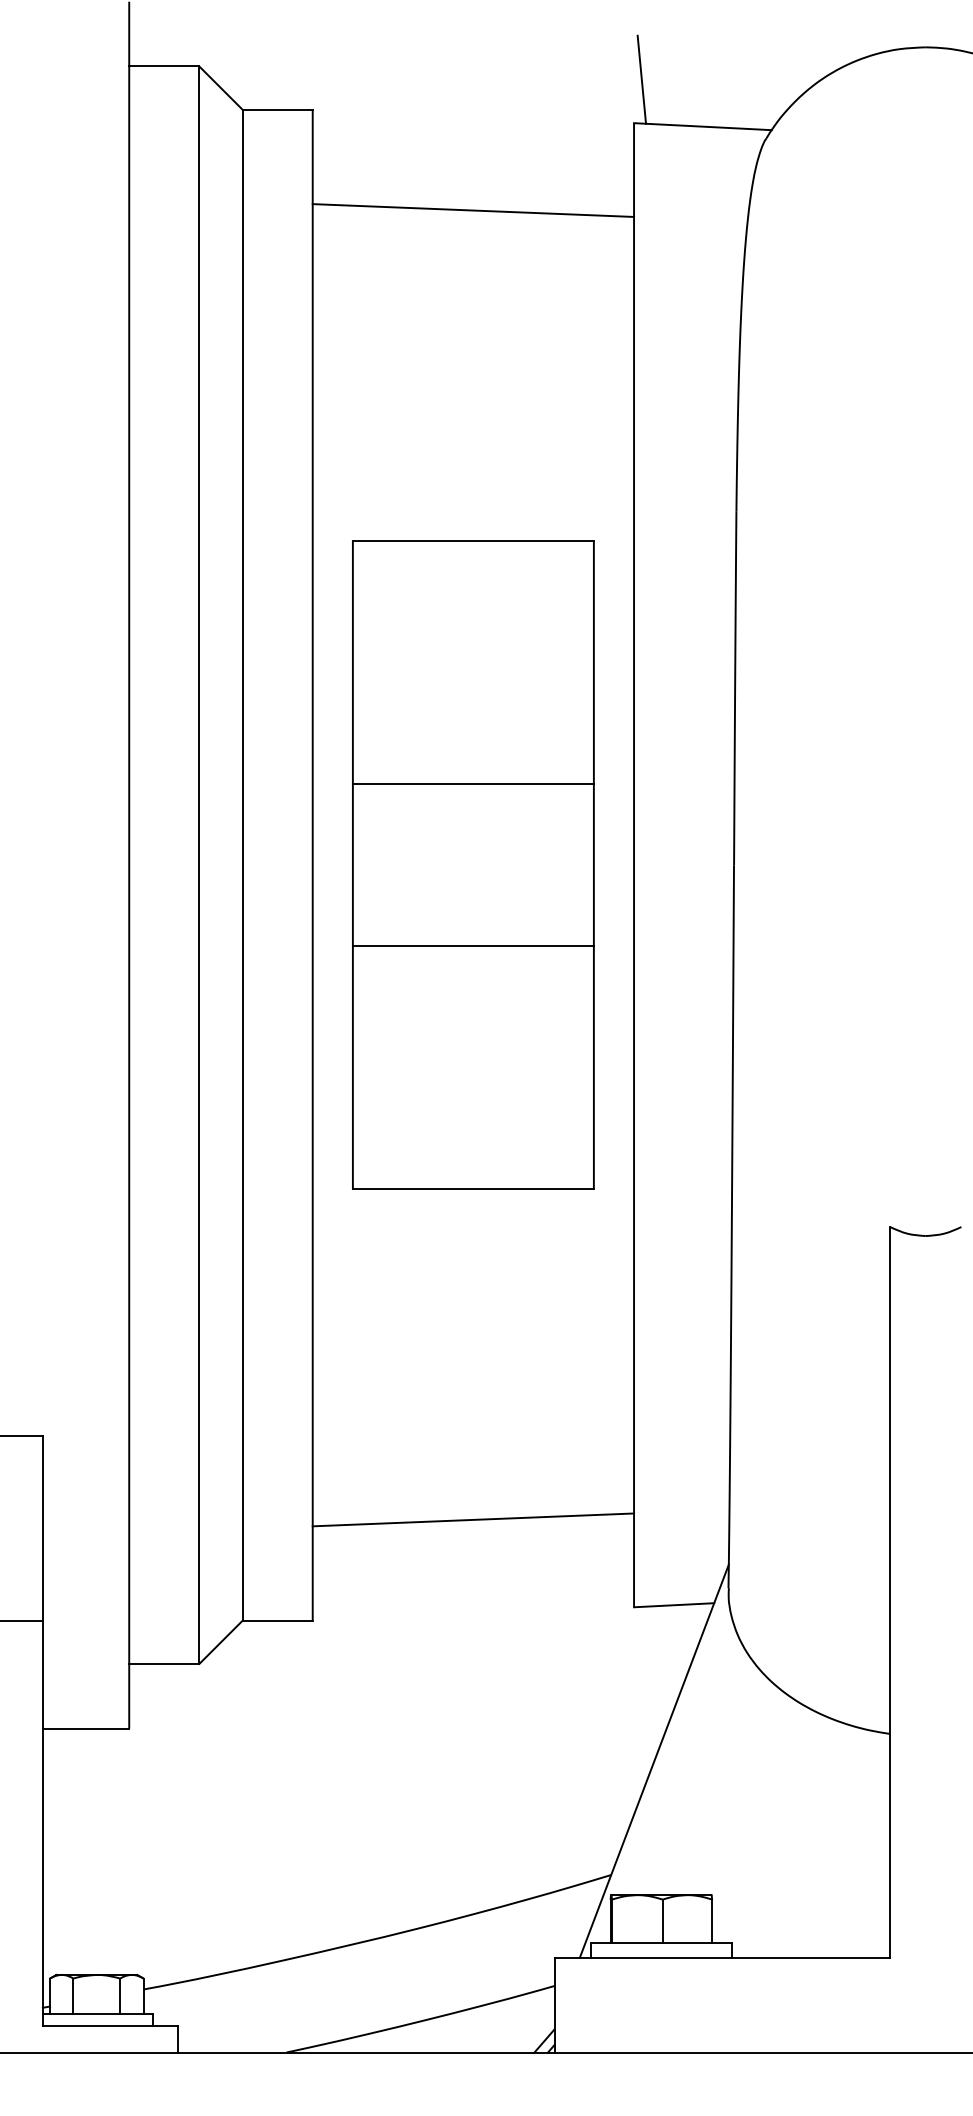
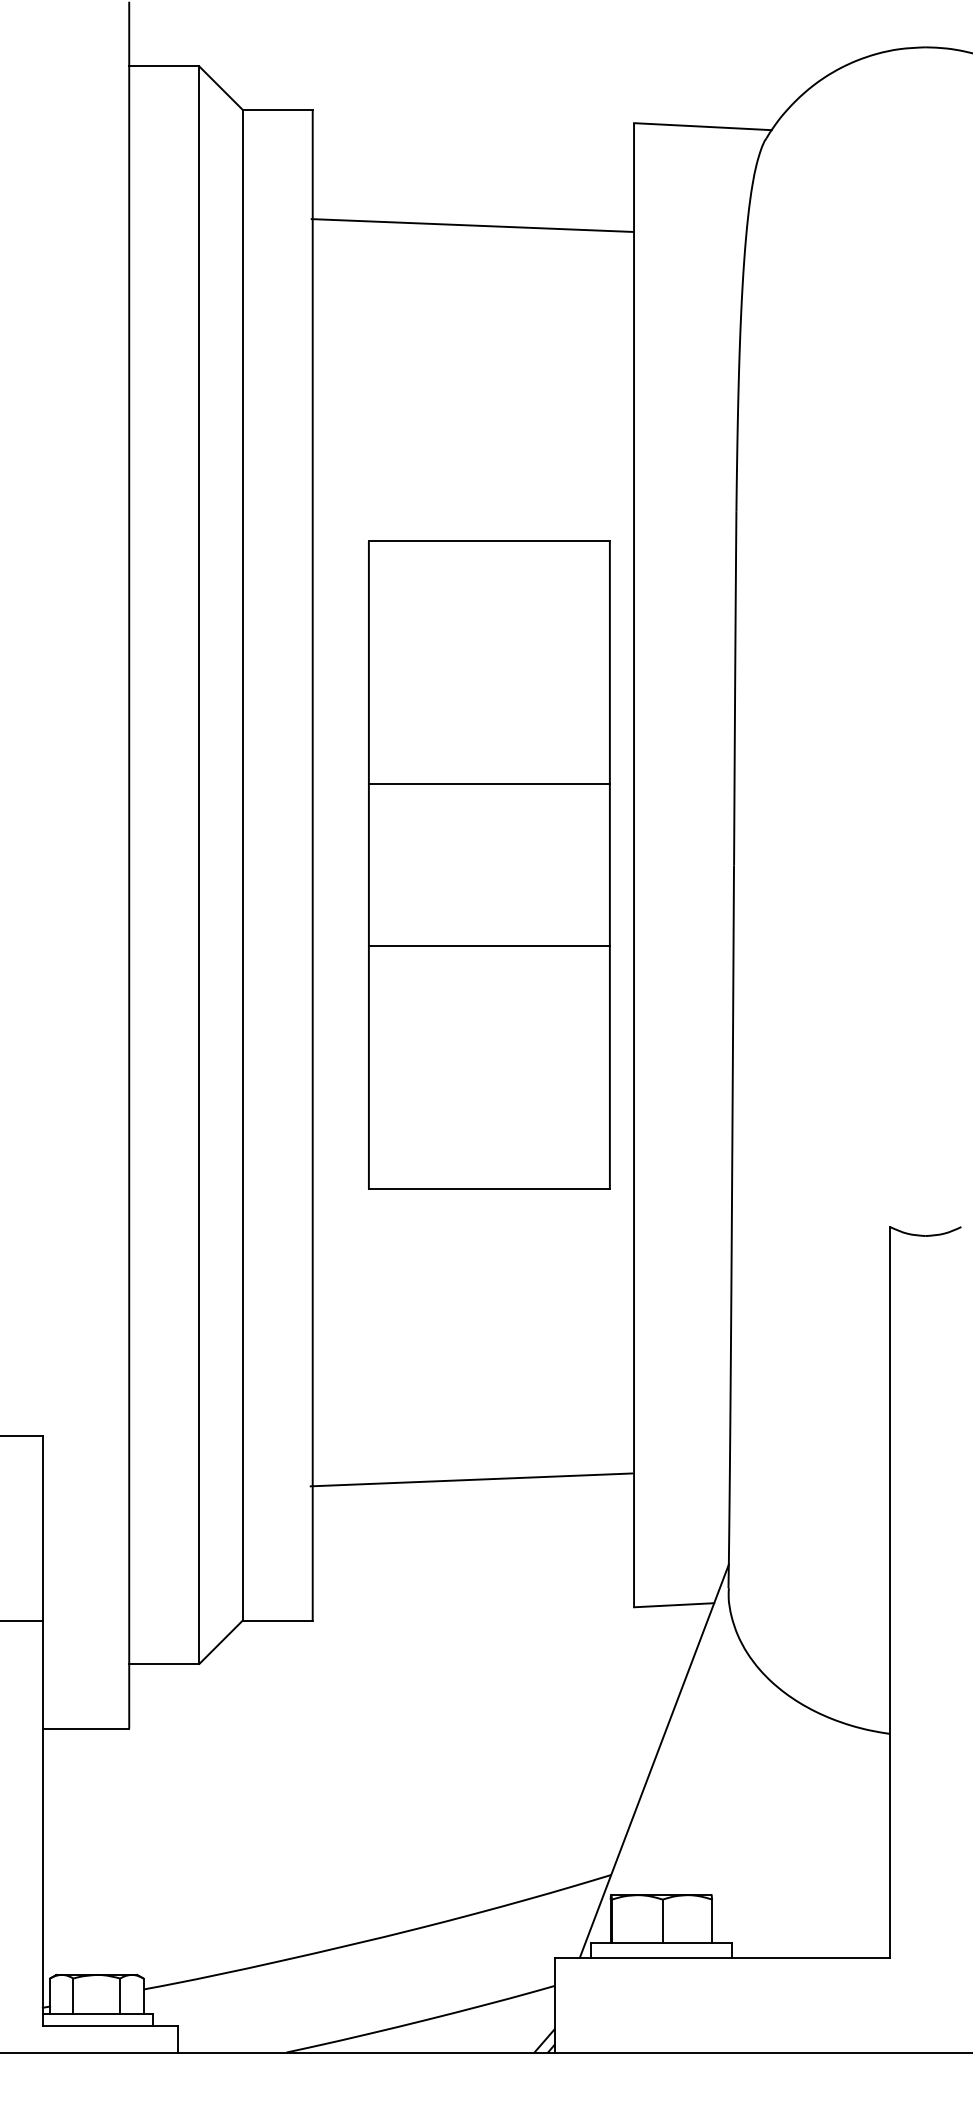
line at (641, 79): present -> none
line at (473, 210) position: (473, 210) -> (472, 225)
part at (473, 864) position: (473, 864) -> (489, 864)
line at (473, 1519) position: (473, 1519) -> (471, 1479)
